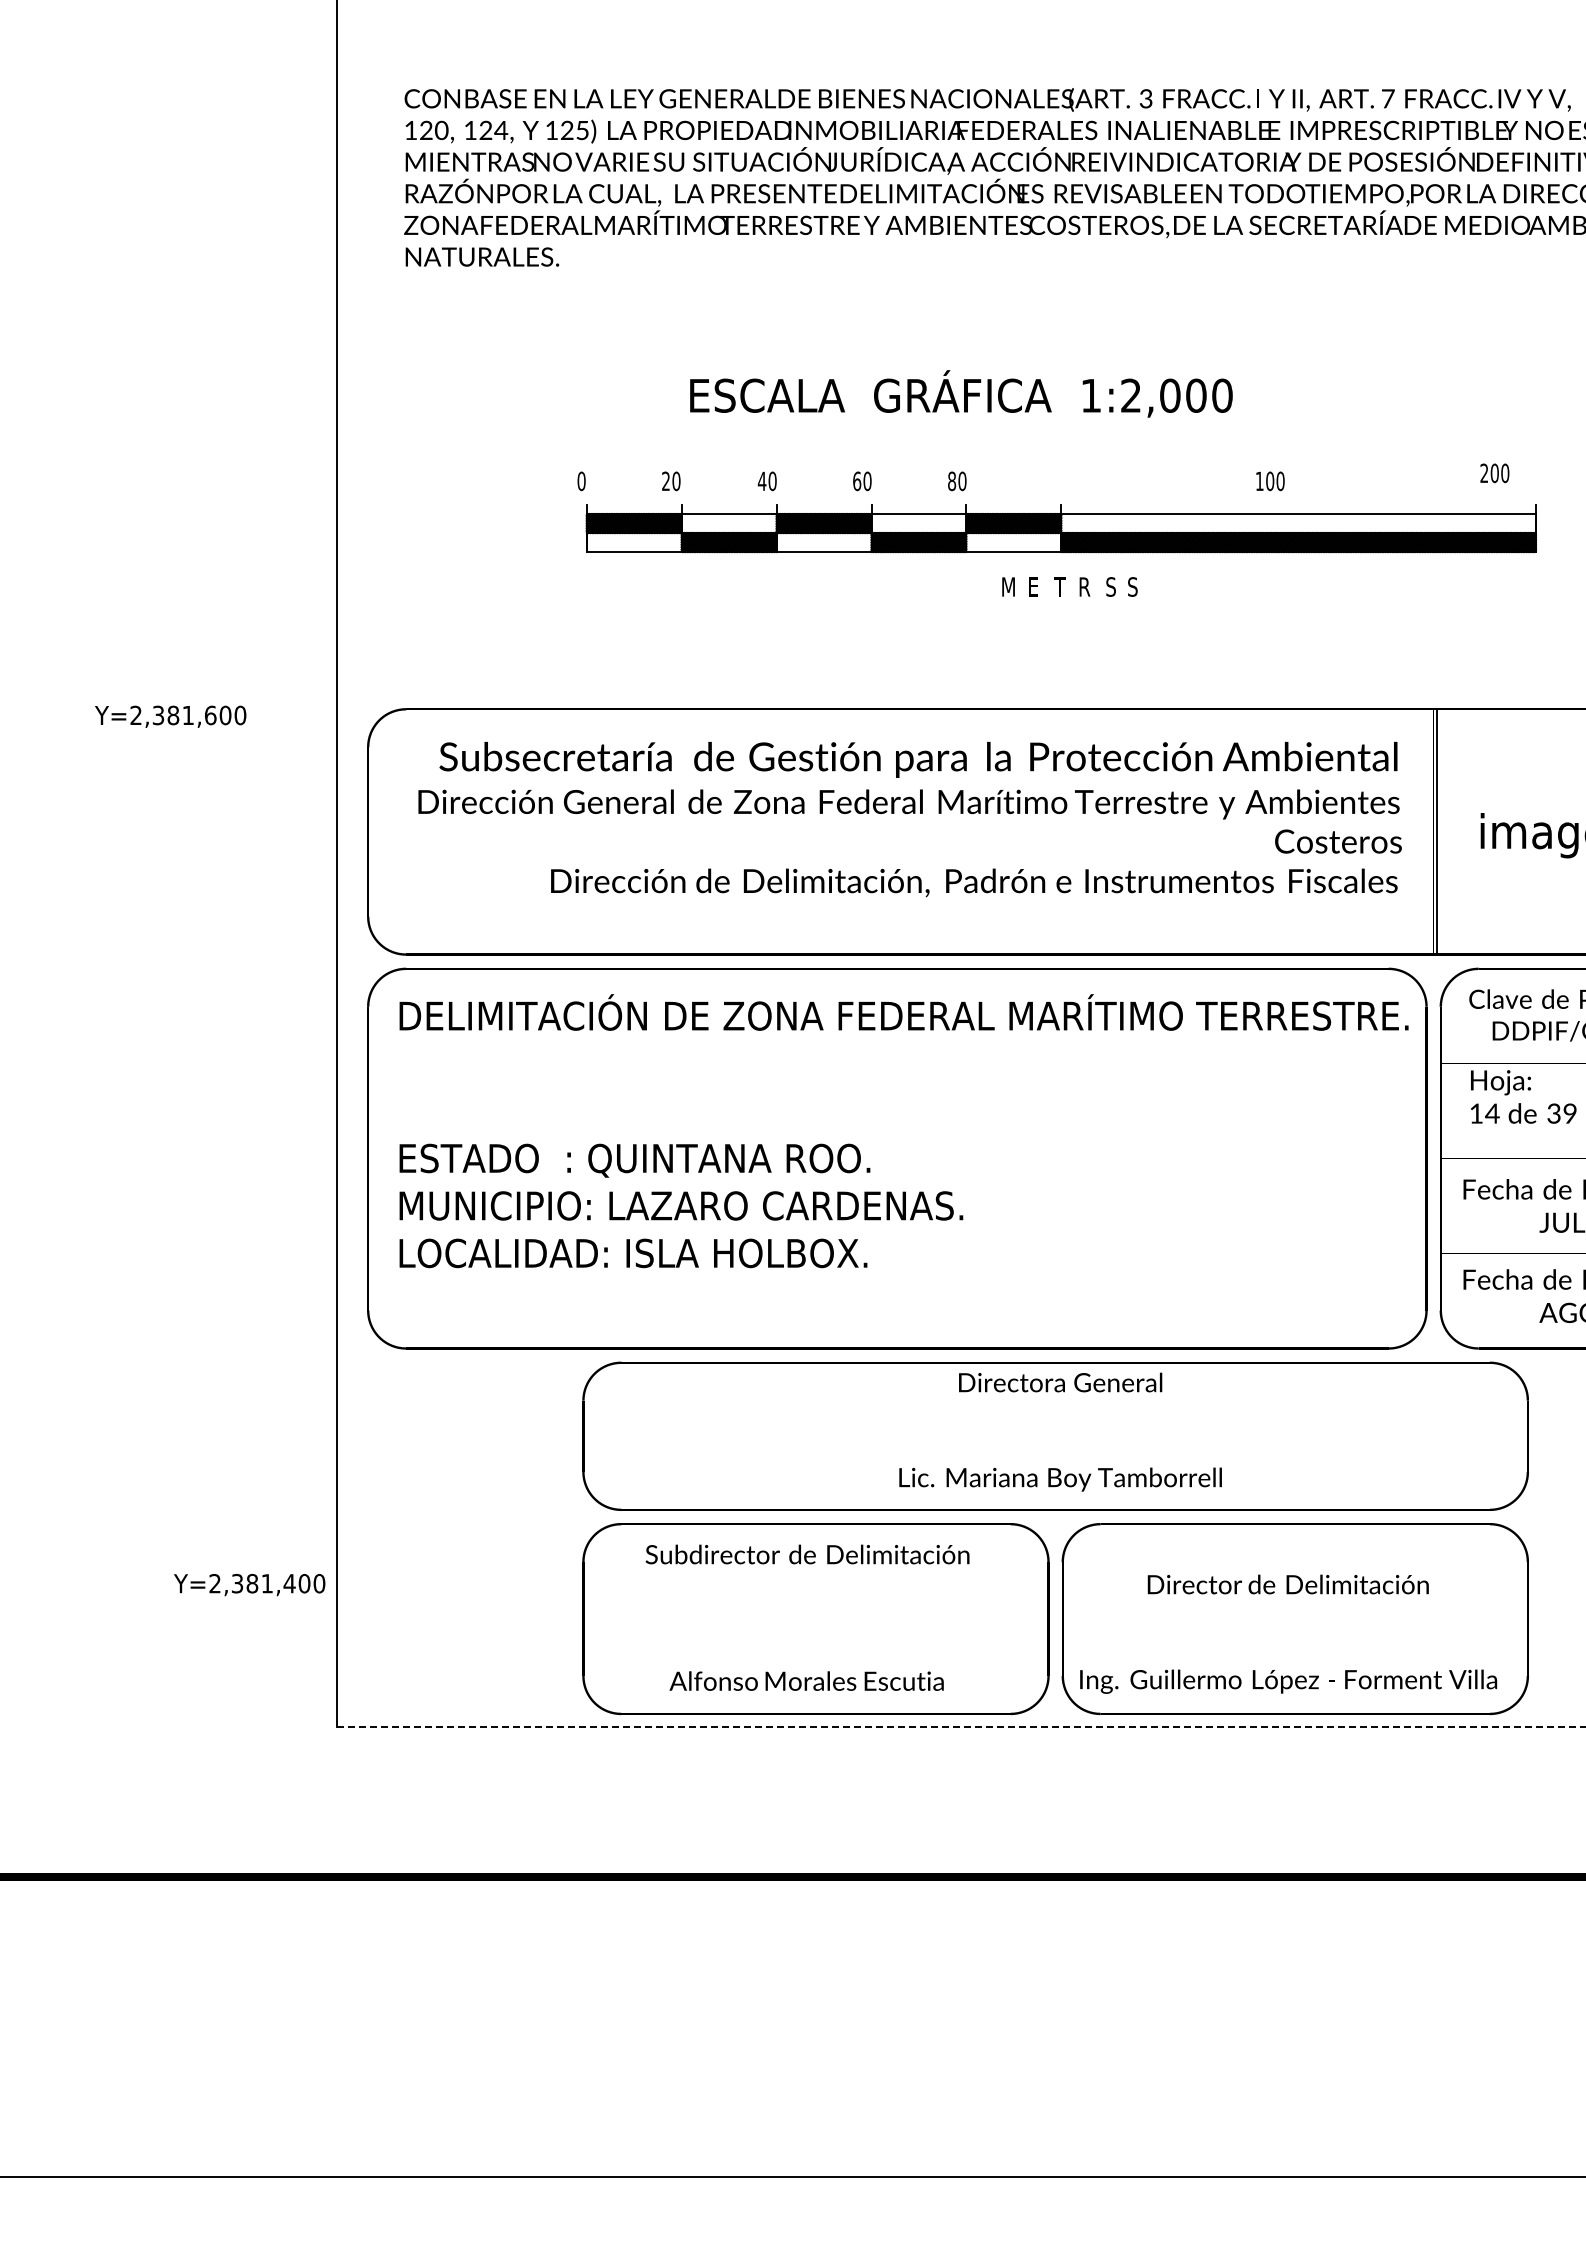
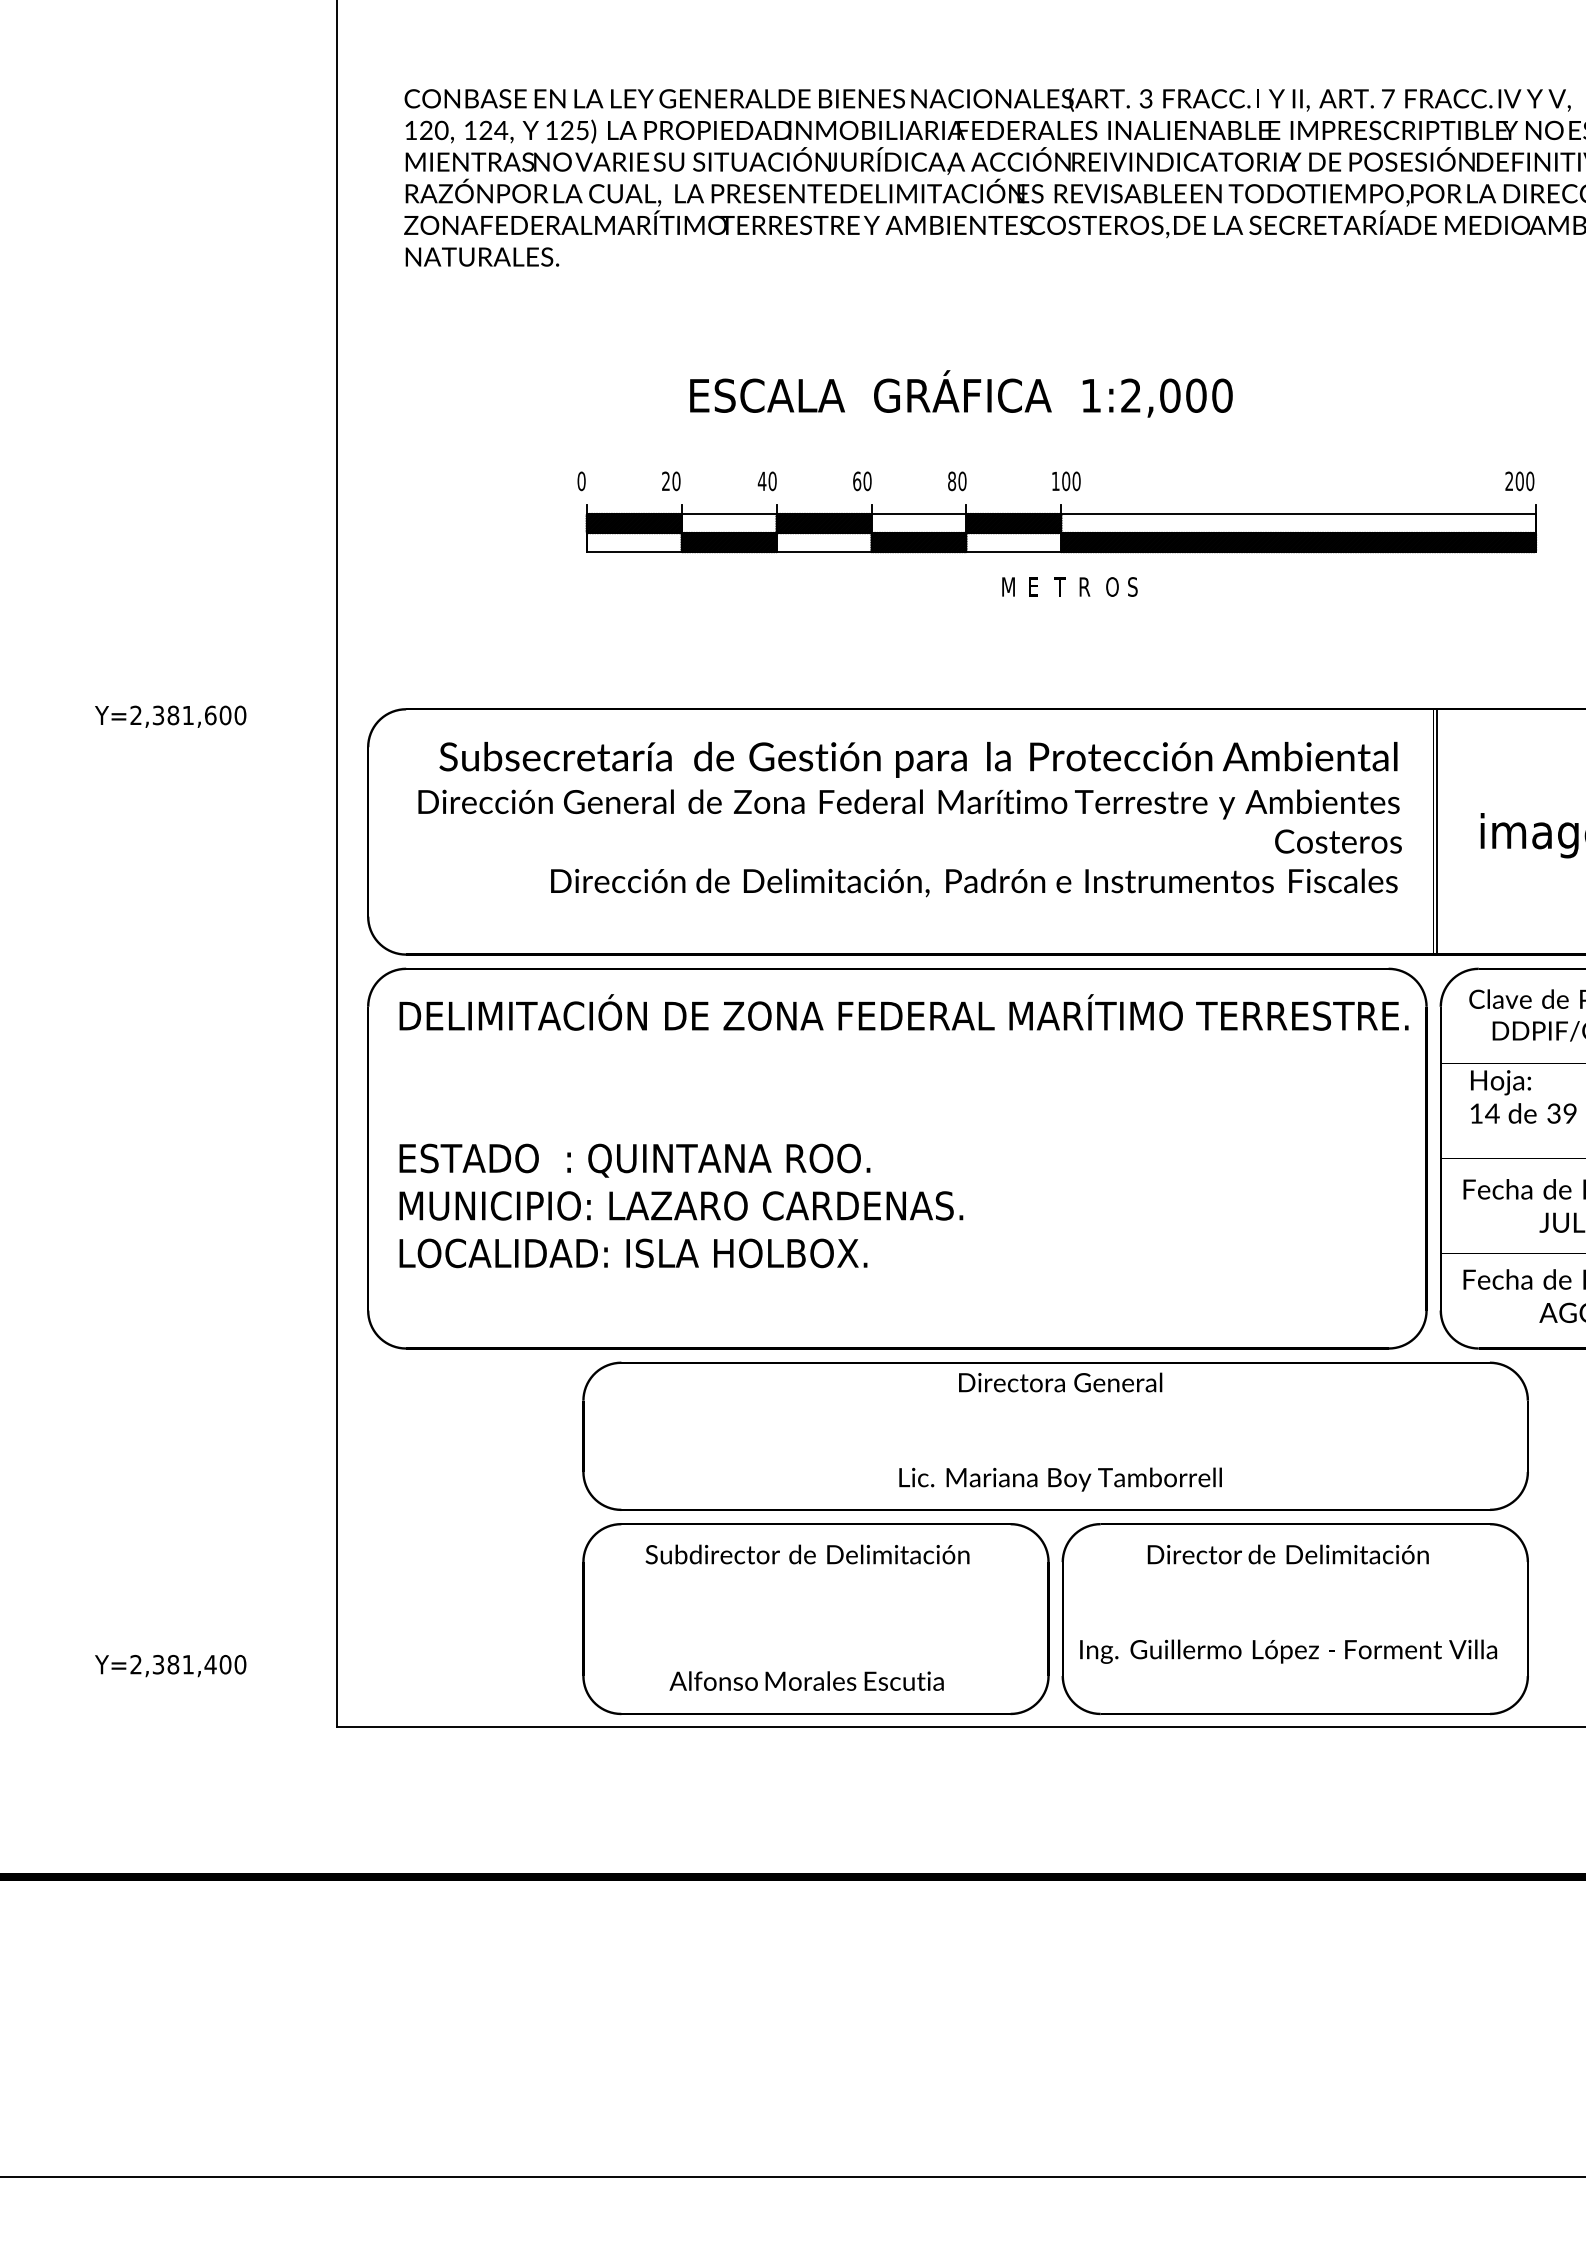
text at (1494, 473) position: (1494, 473) -> (1519, 481)
text at (1270, 481) position: (1270, 481) -> (1066, 481)
text at (1112, 586): S -> O
text at (249, 1585) position: (249, 1585) -> (170, 1666)
text at (1288, 1633) position: (1288, 1633) -> (1288, 1603)
line at (961, 1727): dashed -> solid
